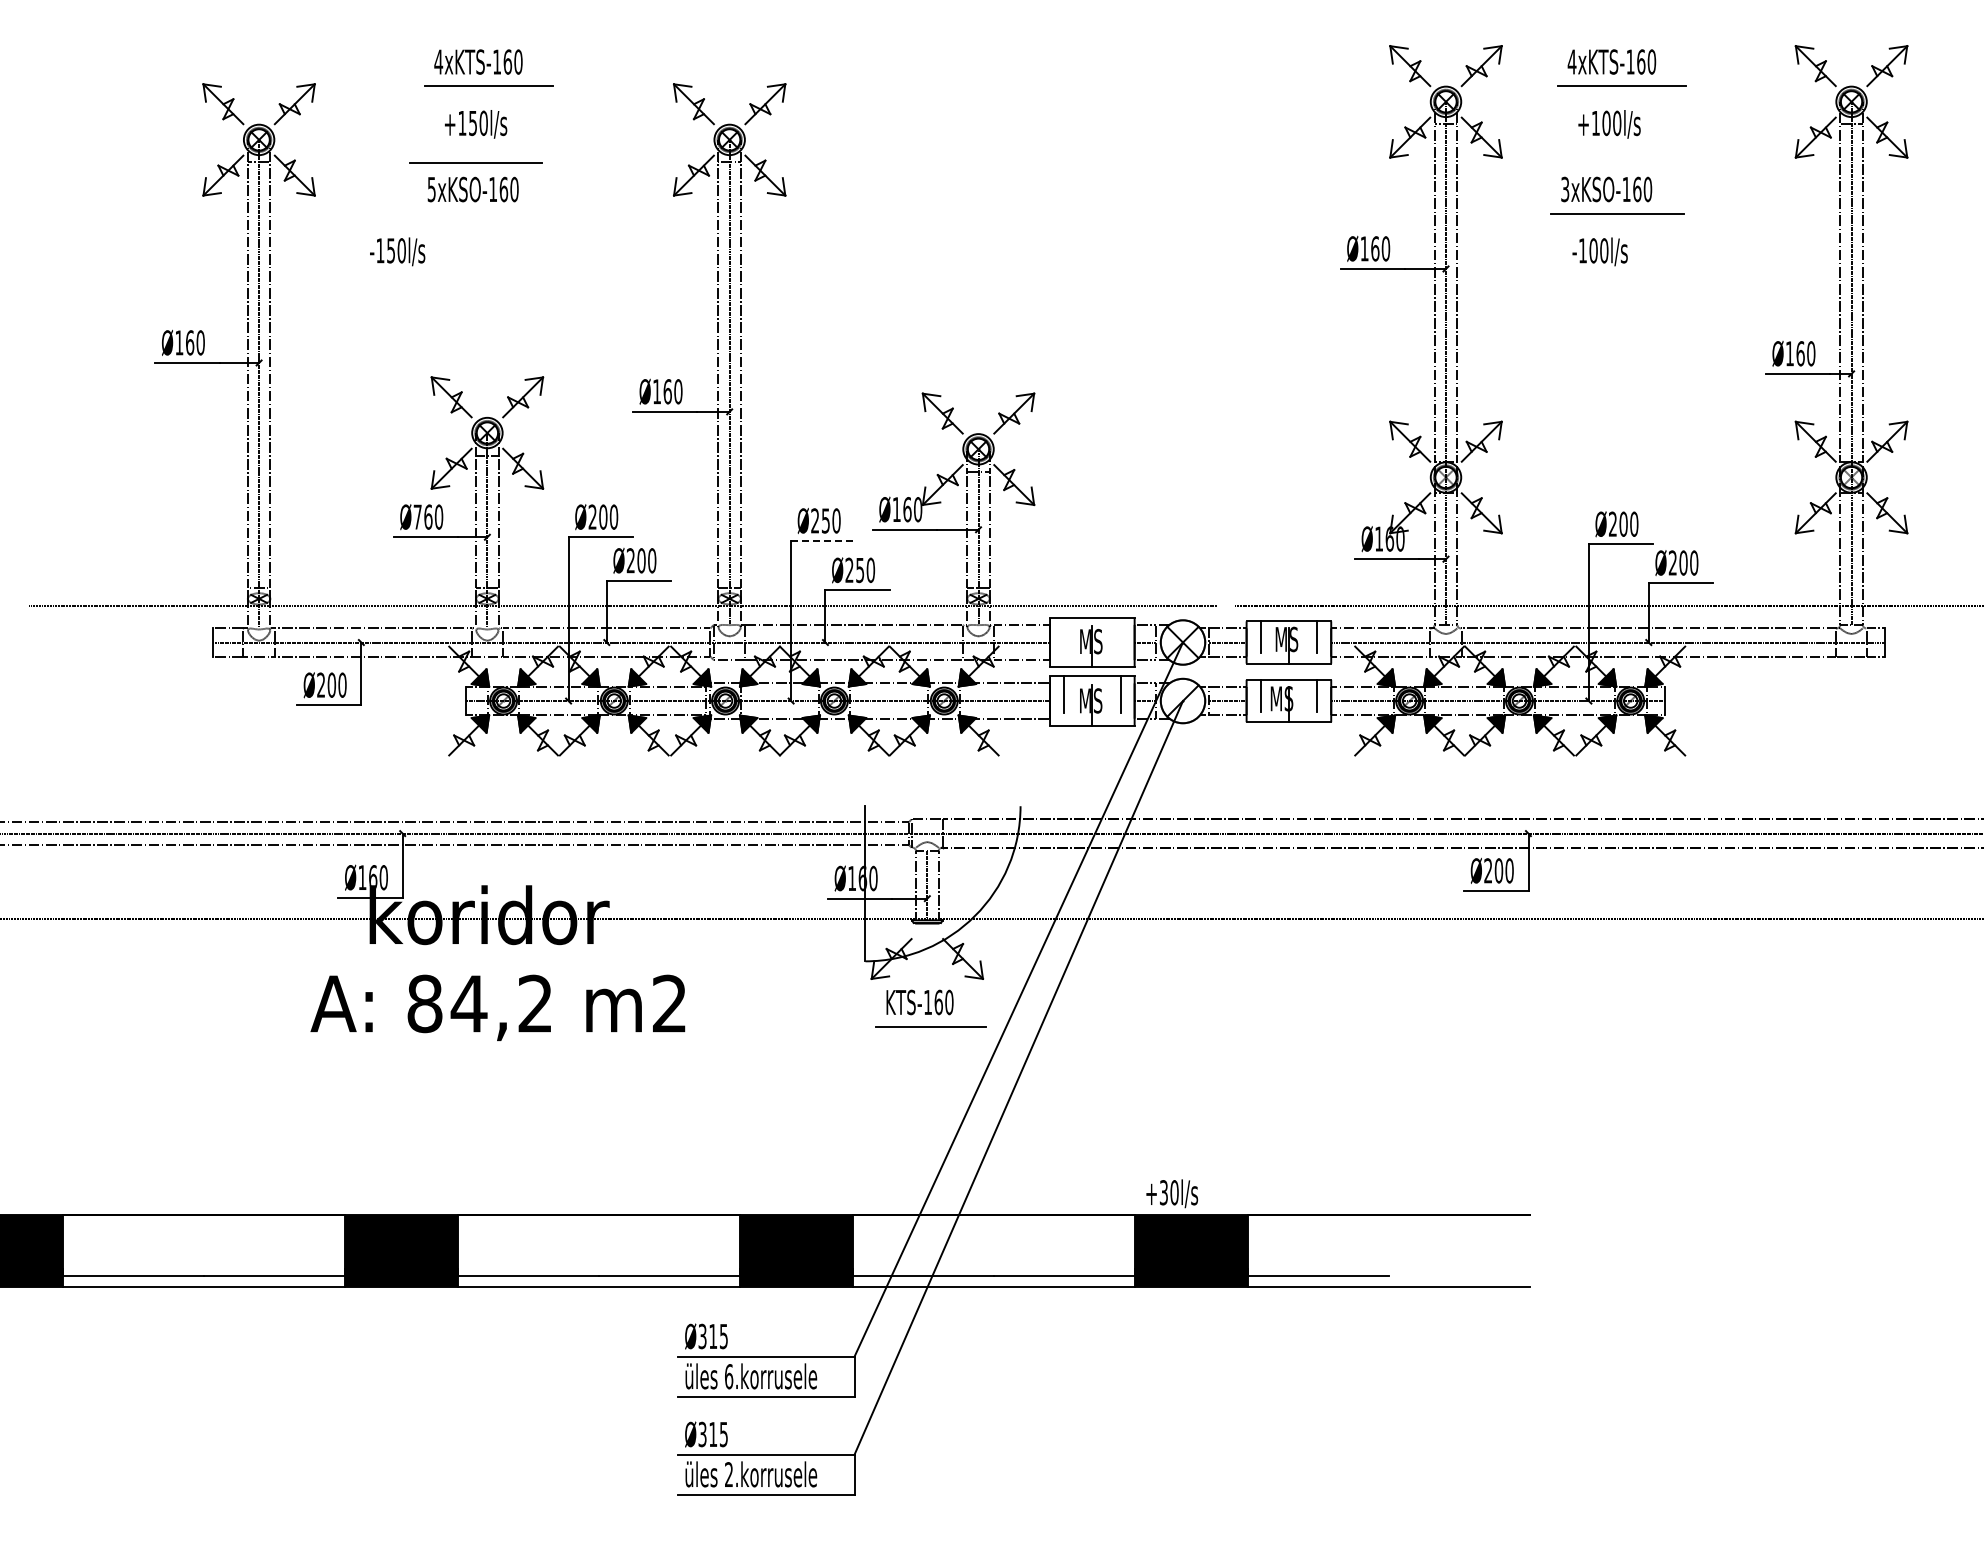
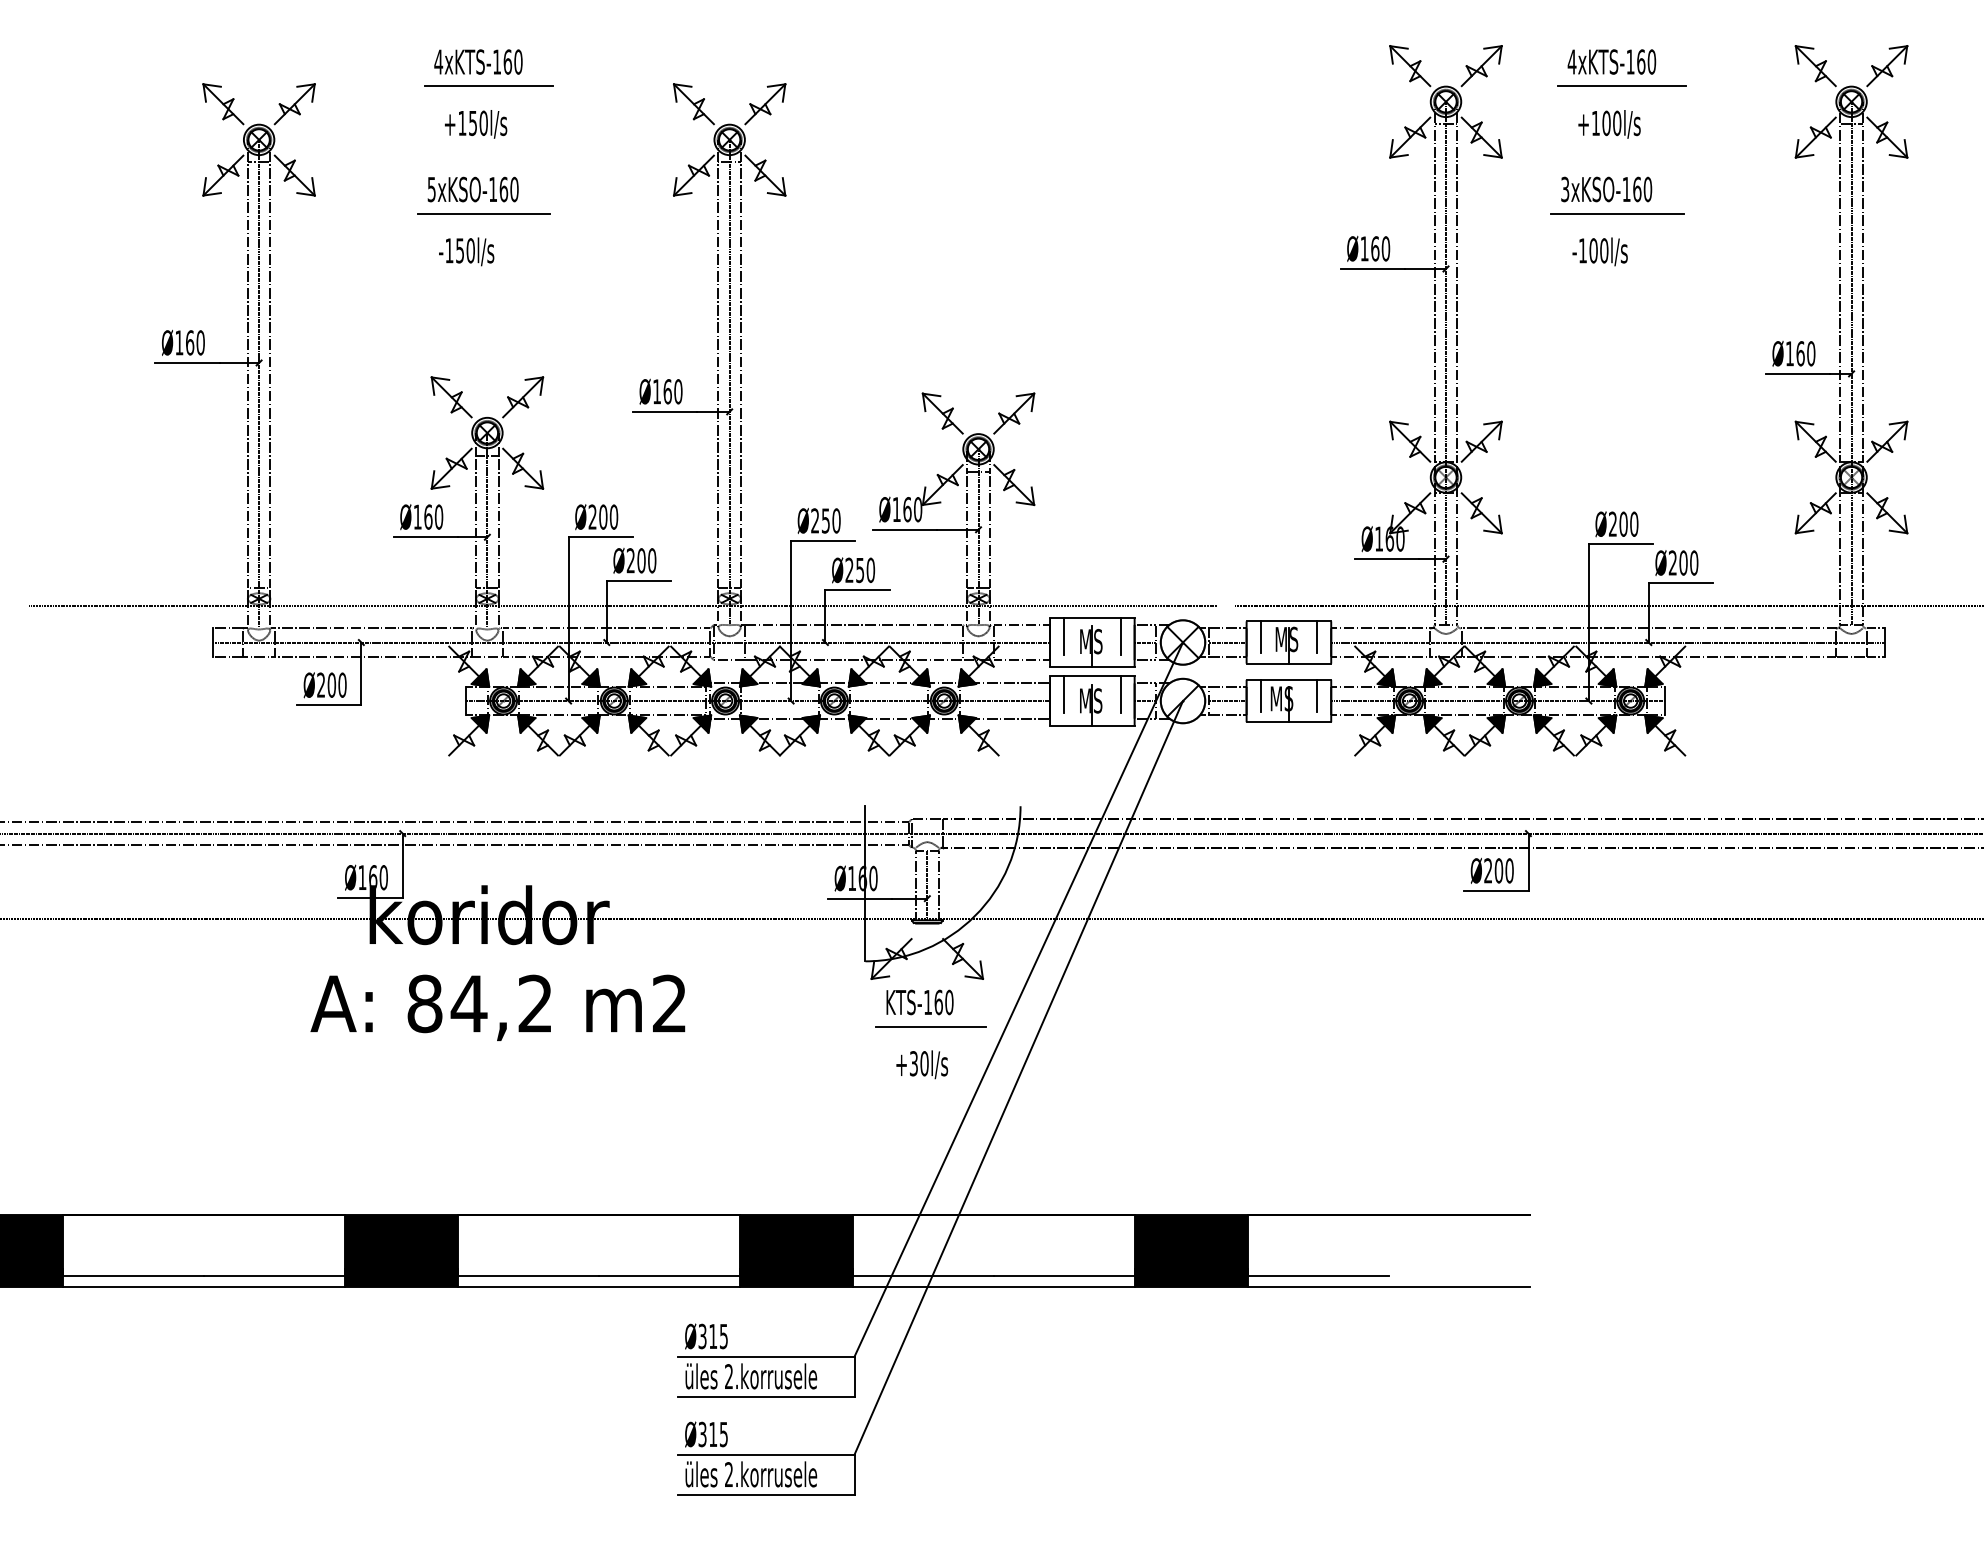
line at (475, 162) position: (475, 162) -> (483, 213)
text at (397, 251) position: (397, 251) -> (466, 251)
text at (417, 516): Ø760 -> Ø160
line at (823, 541): dashed -> solid
line at (1064, 635): none -> present
line at (1120, 635): none -> present
text at (1172, 1193) position: (1172, 1193) -> (922, 1064)
text at (729, 1376): 6.korrusele -> 2.korrusele
